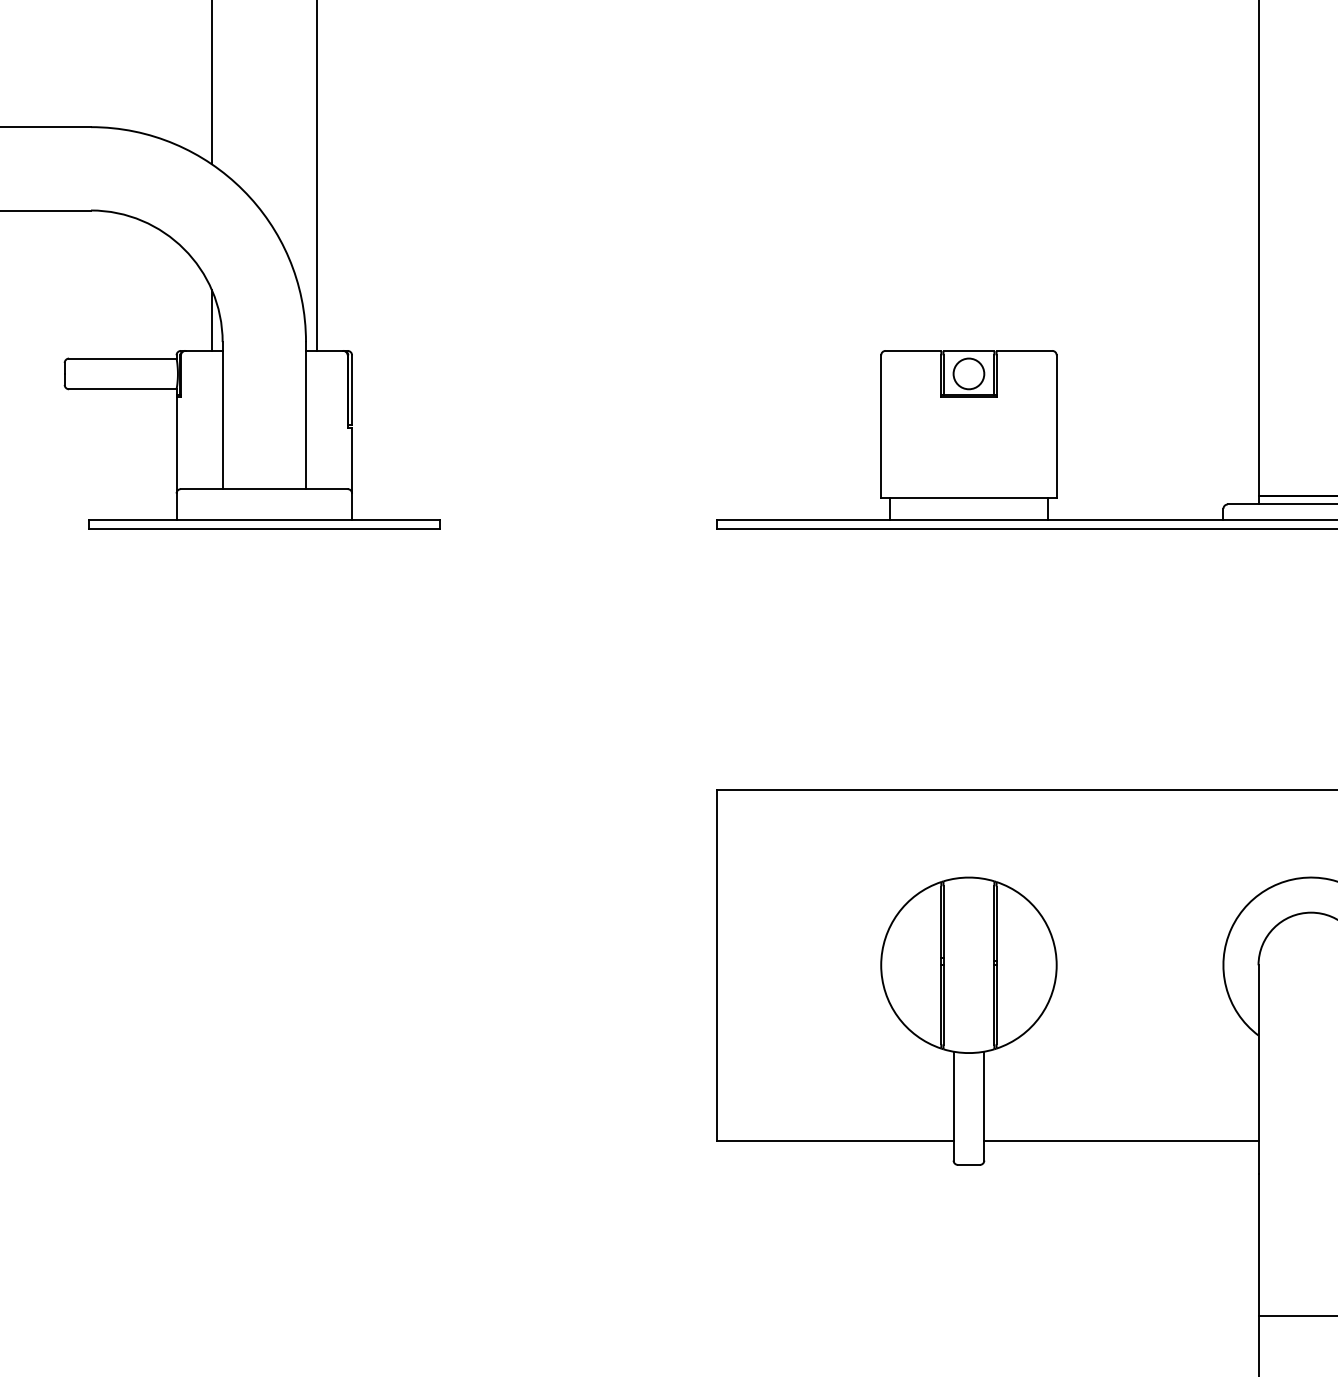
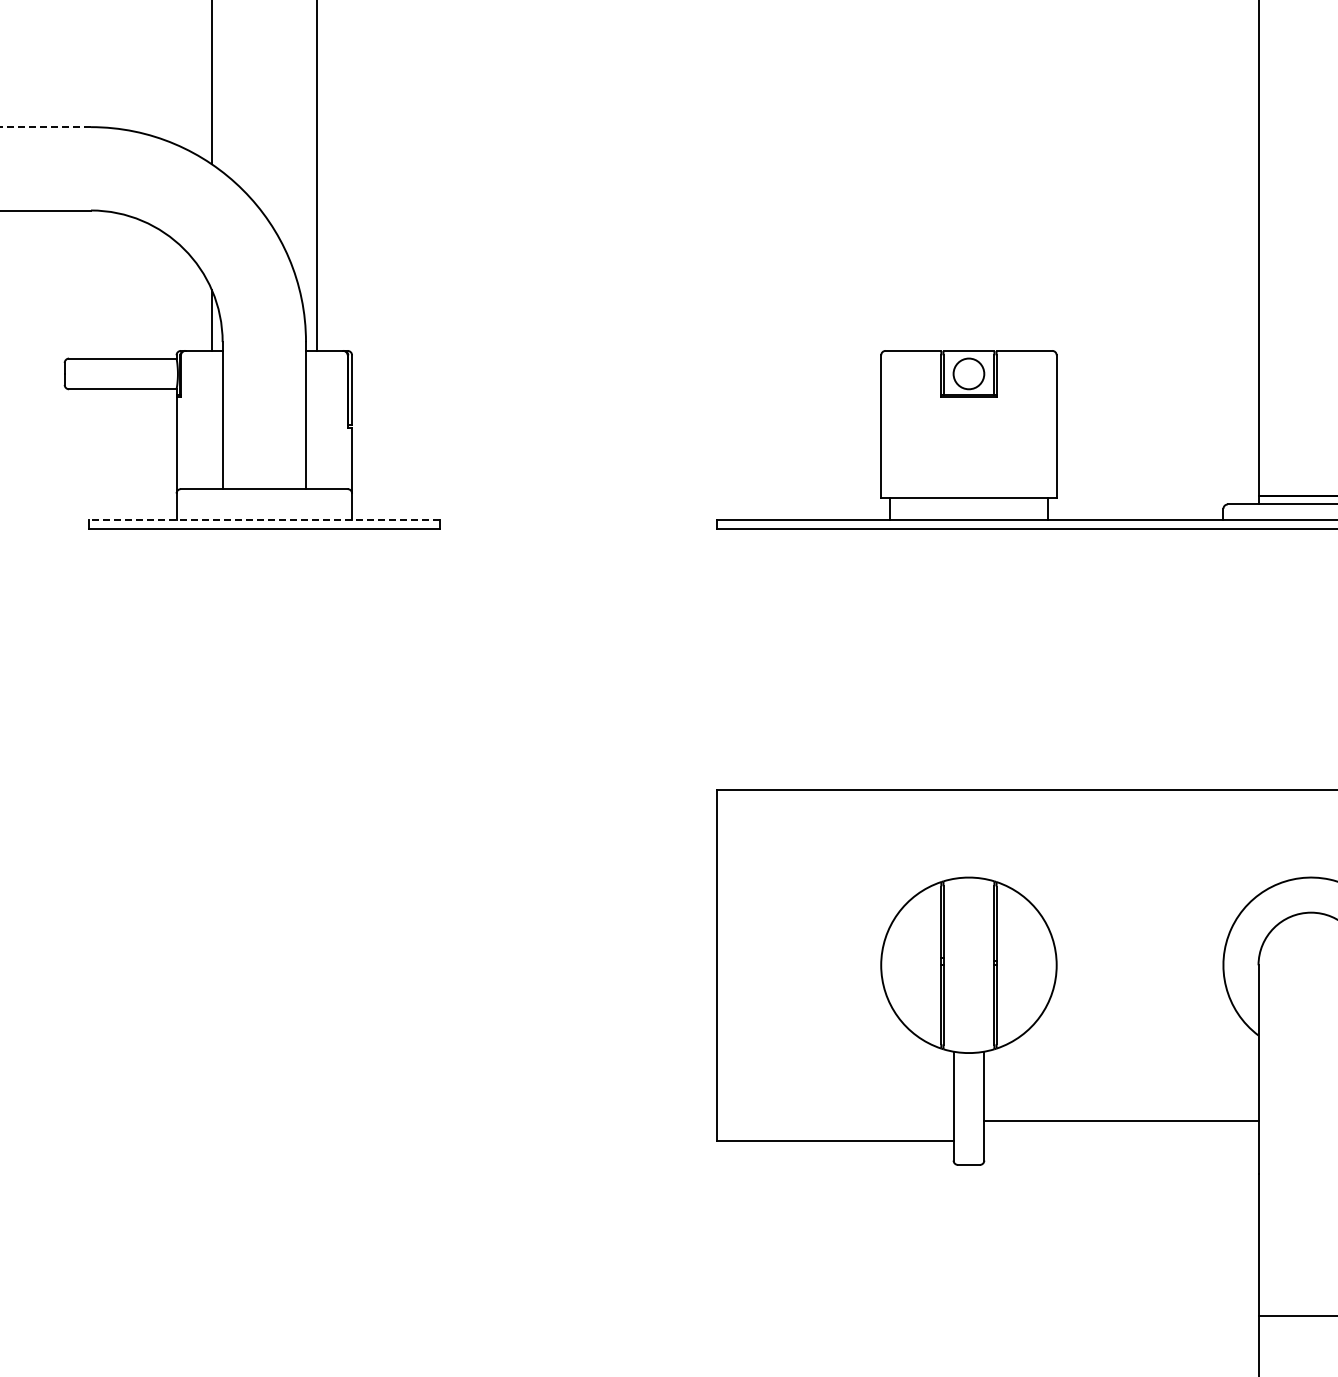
line at (45, 127): solid -> dashed
line at (263, 519): solid -> dashed
line at (1121, 1140) position: (1121, 1140) -> (1121, 1120)
